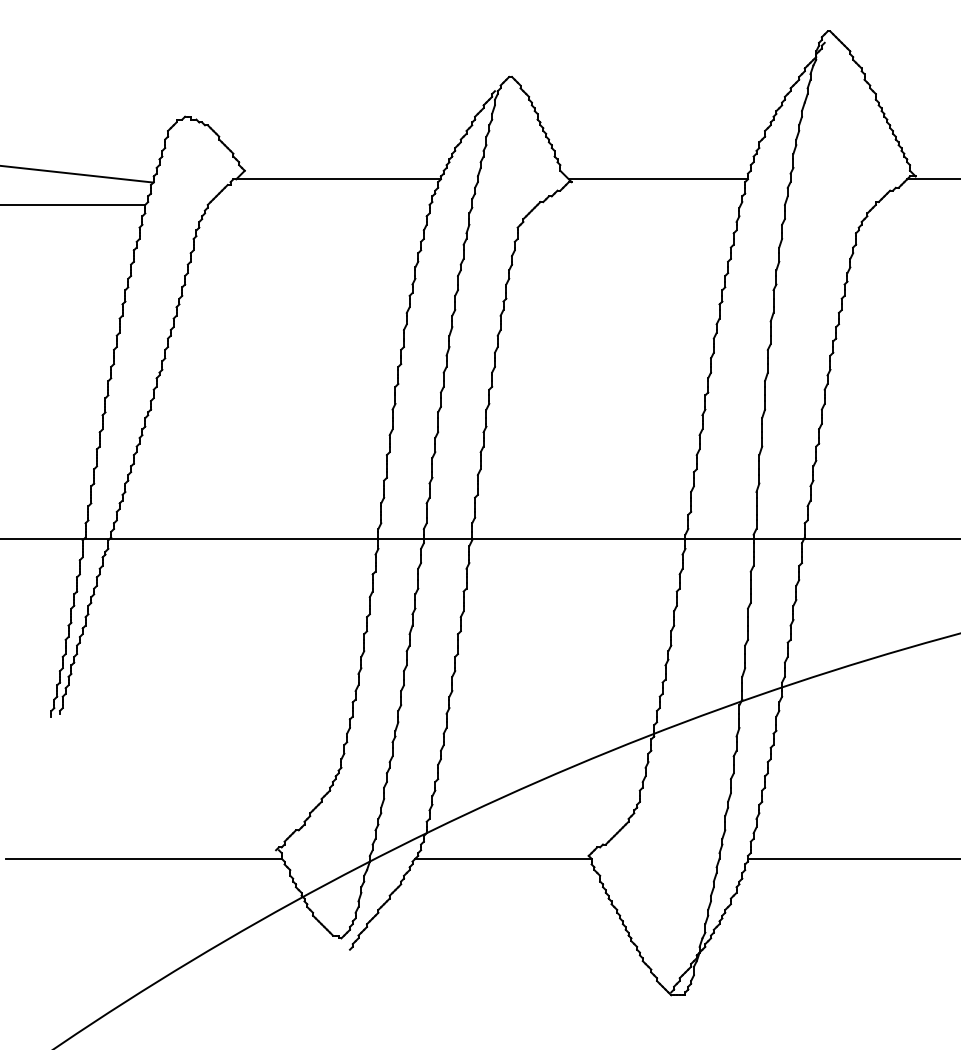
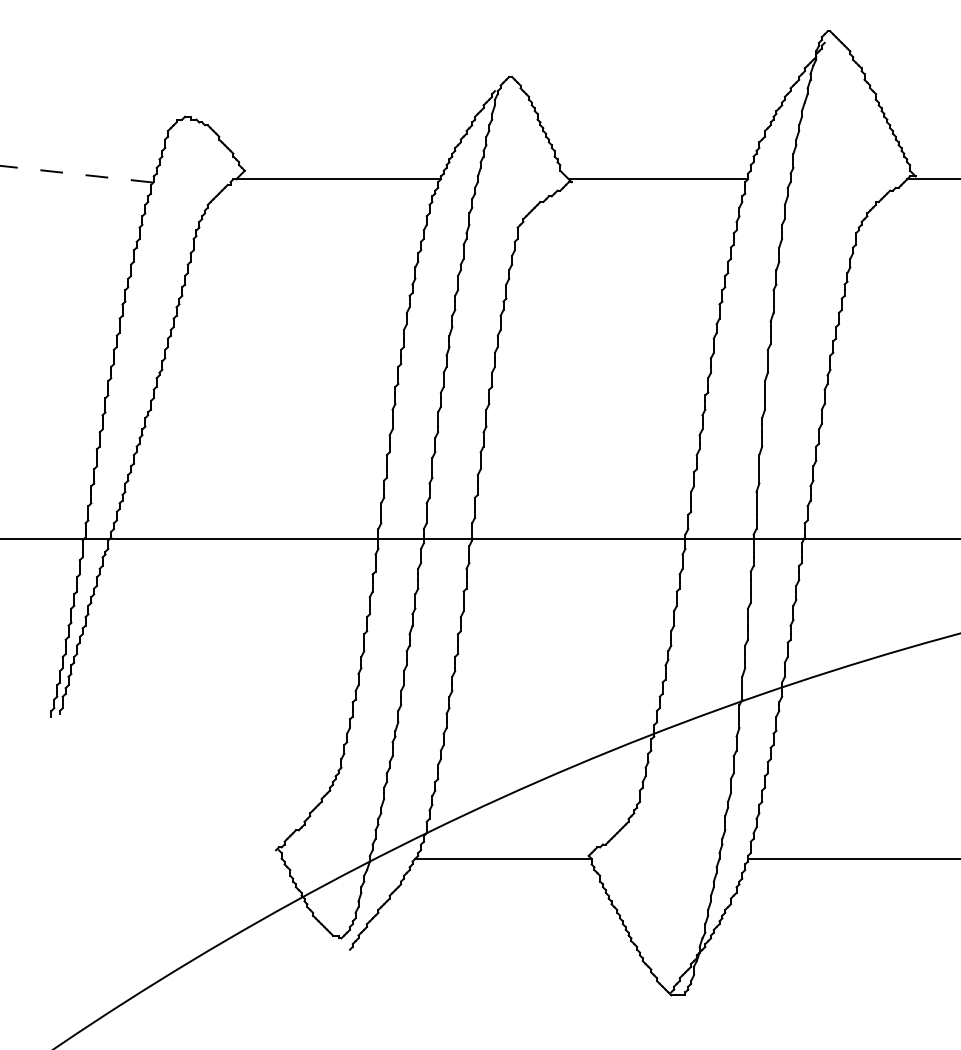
line at (77, 174): solid -> dashed
line at (73, 204): present -> none
line at (143, 858): present -> none
